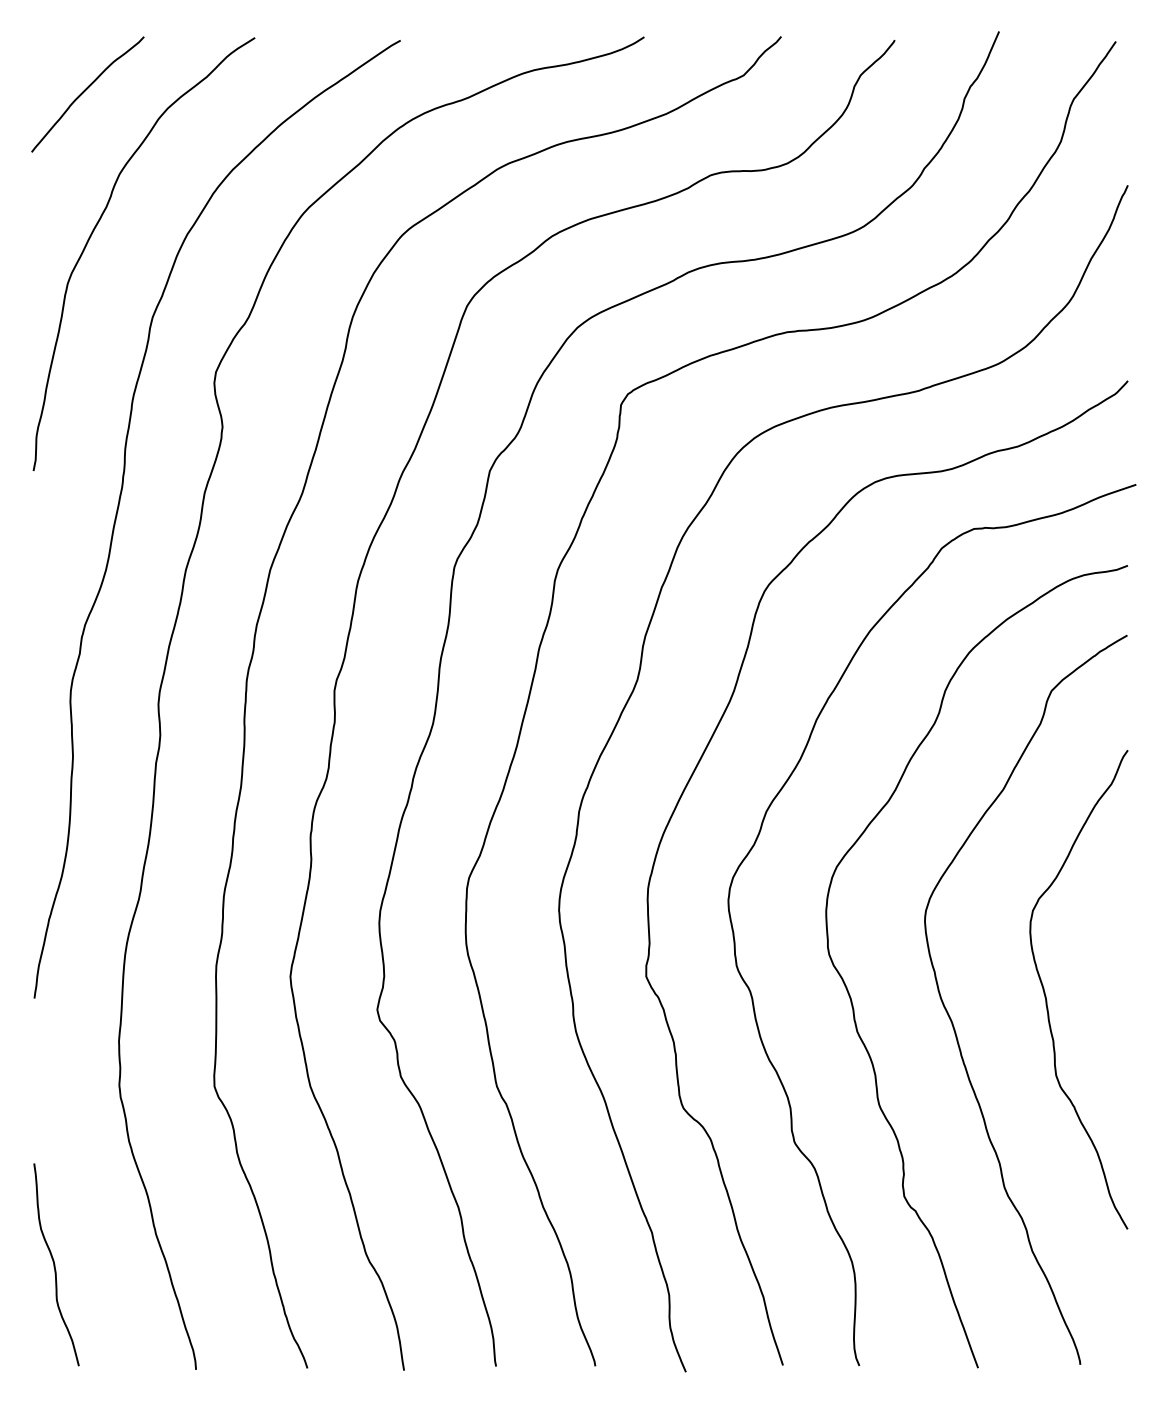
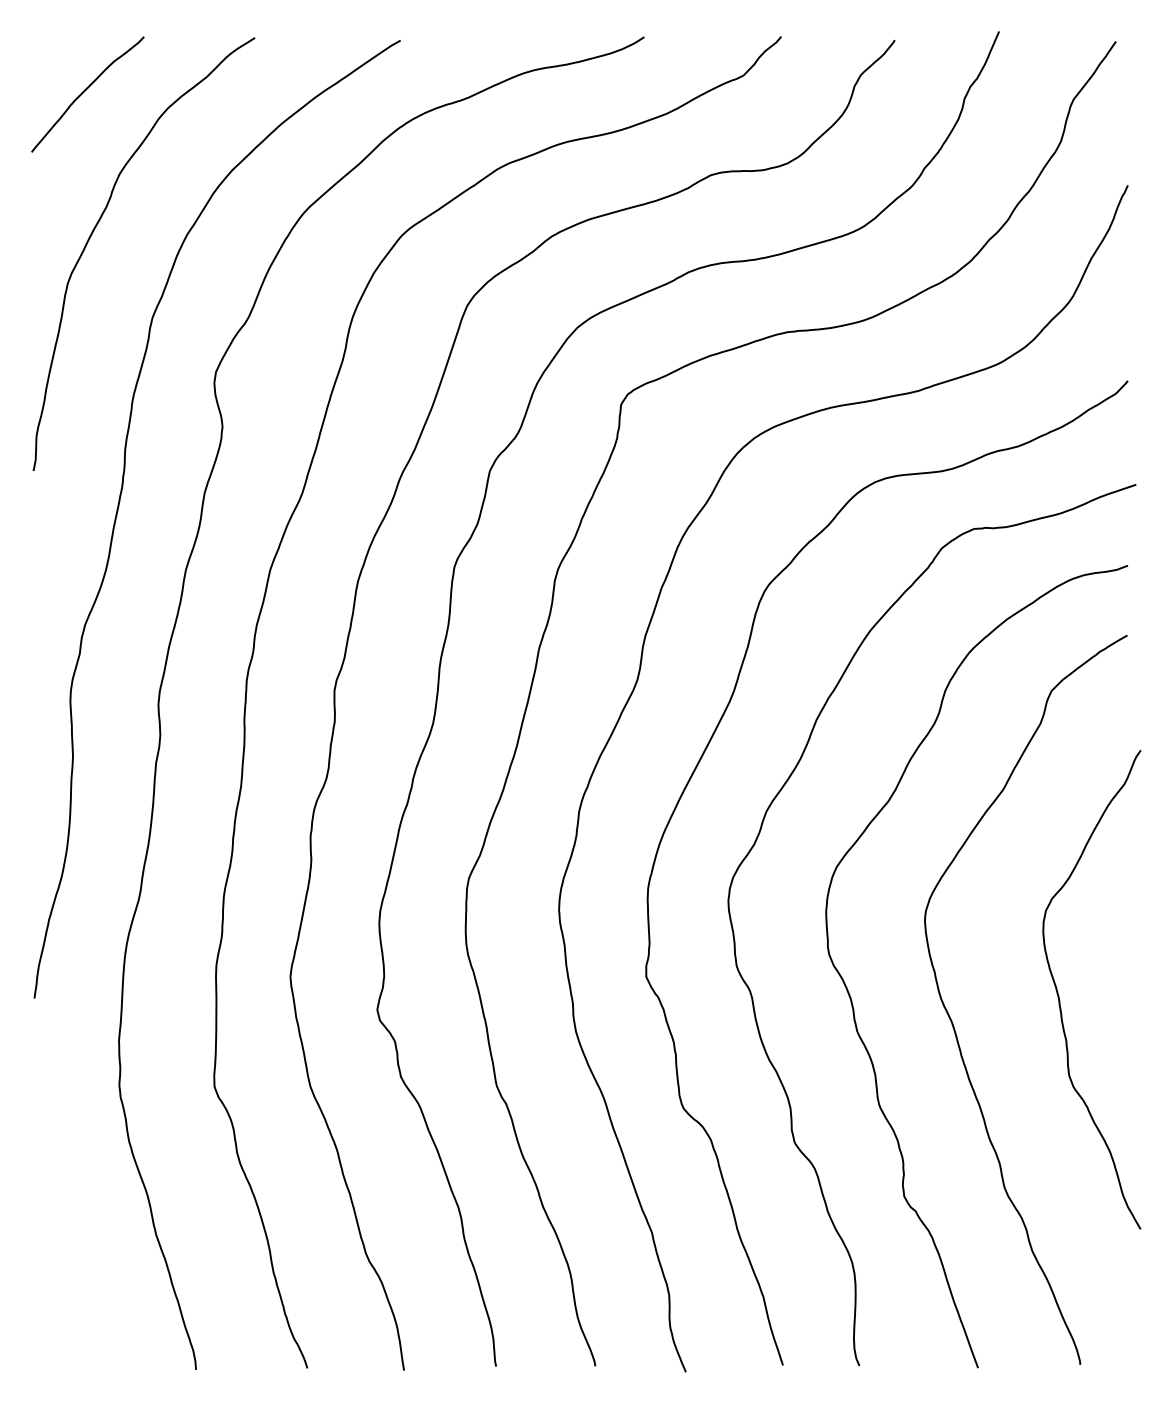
curve at (1046, 995) position: (1046, 995) -> (1059, 995)
curve at (55, 1264): present -> none
